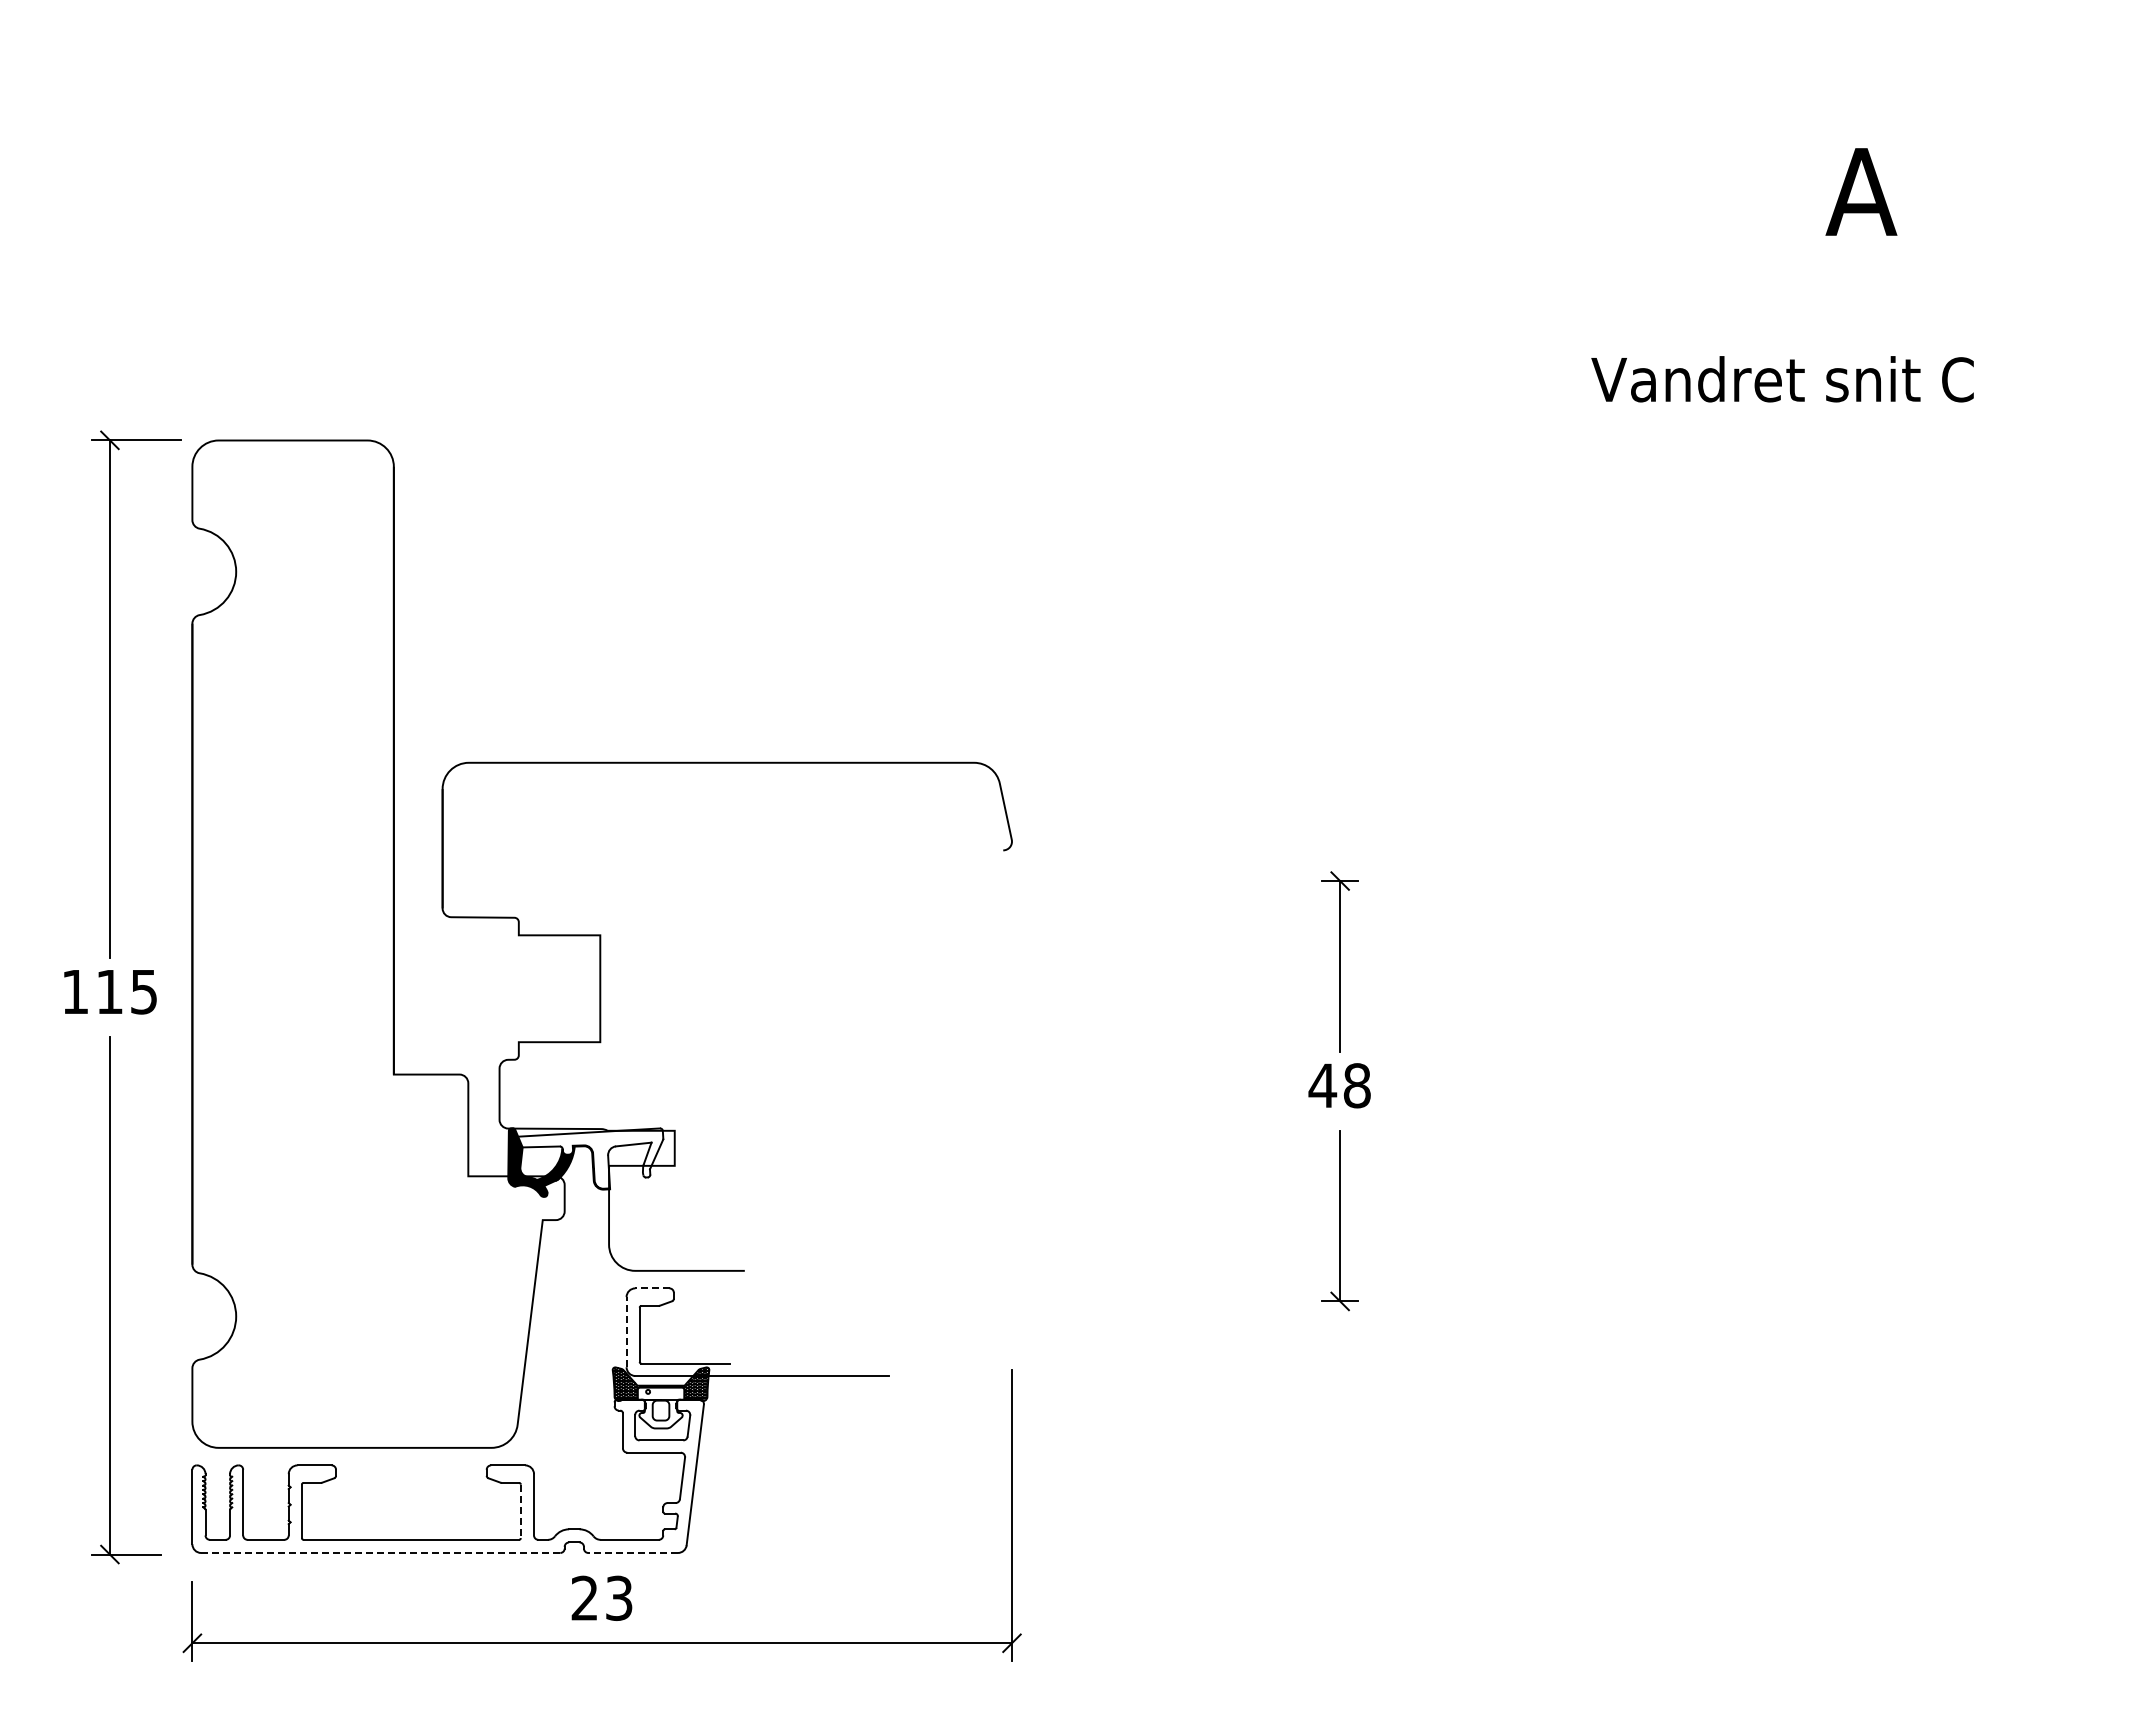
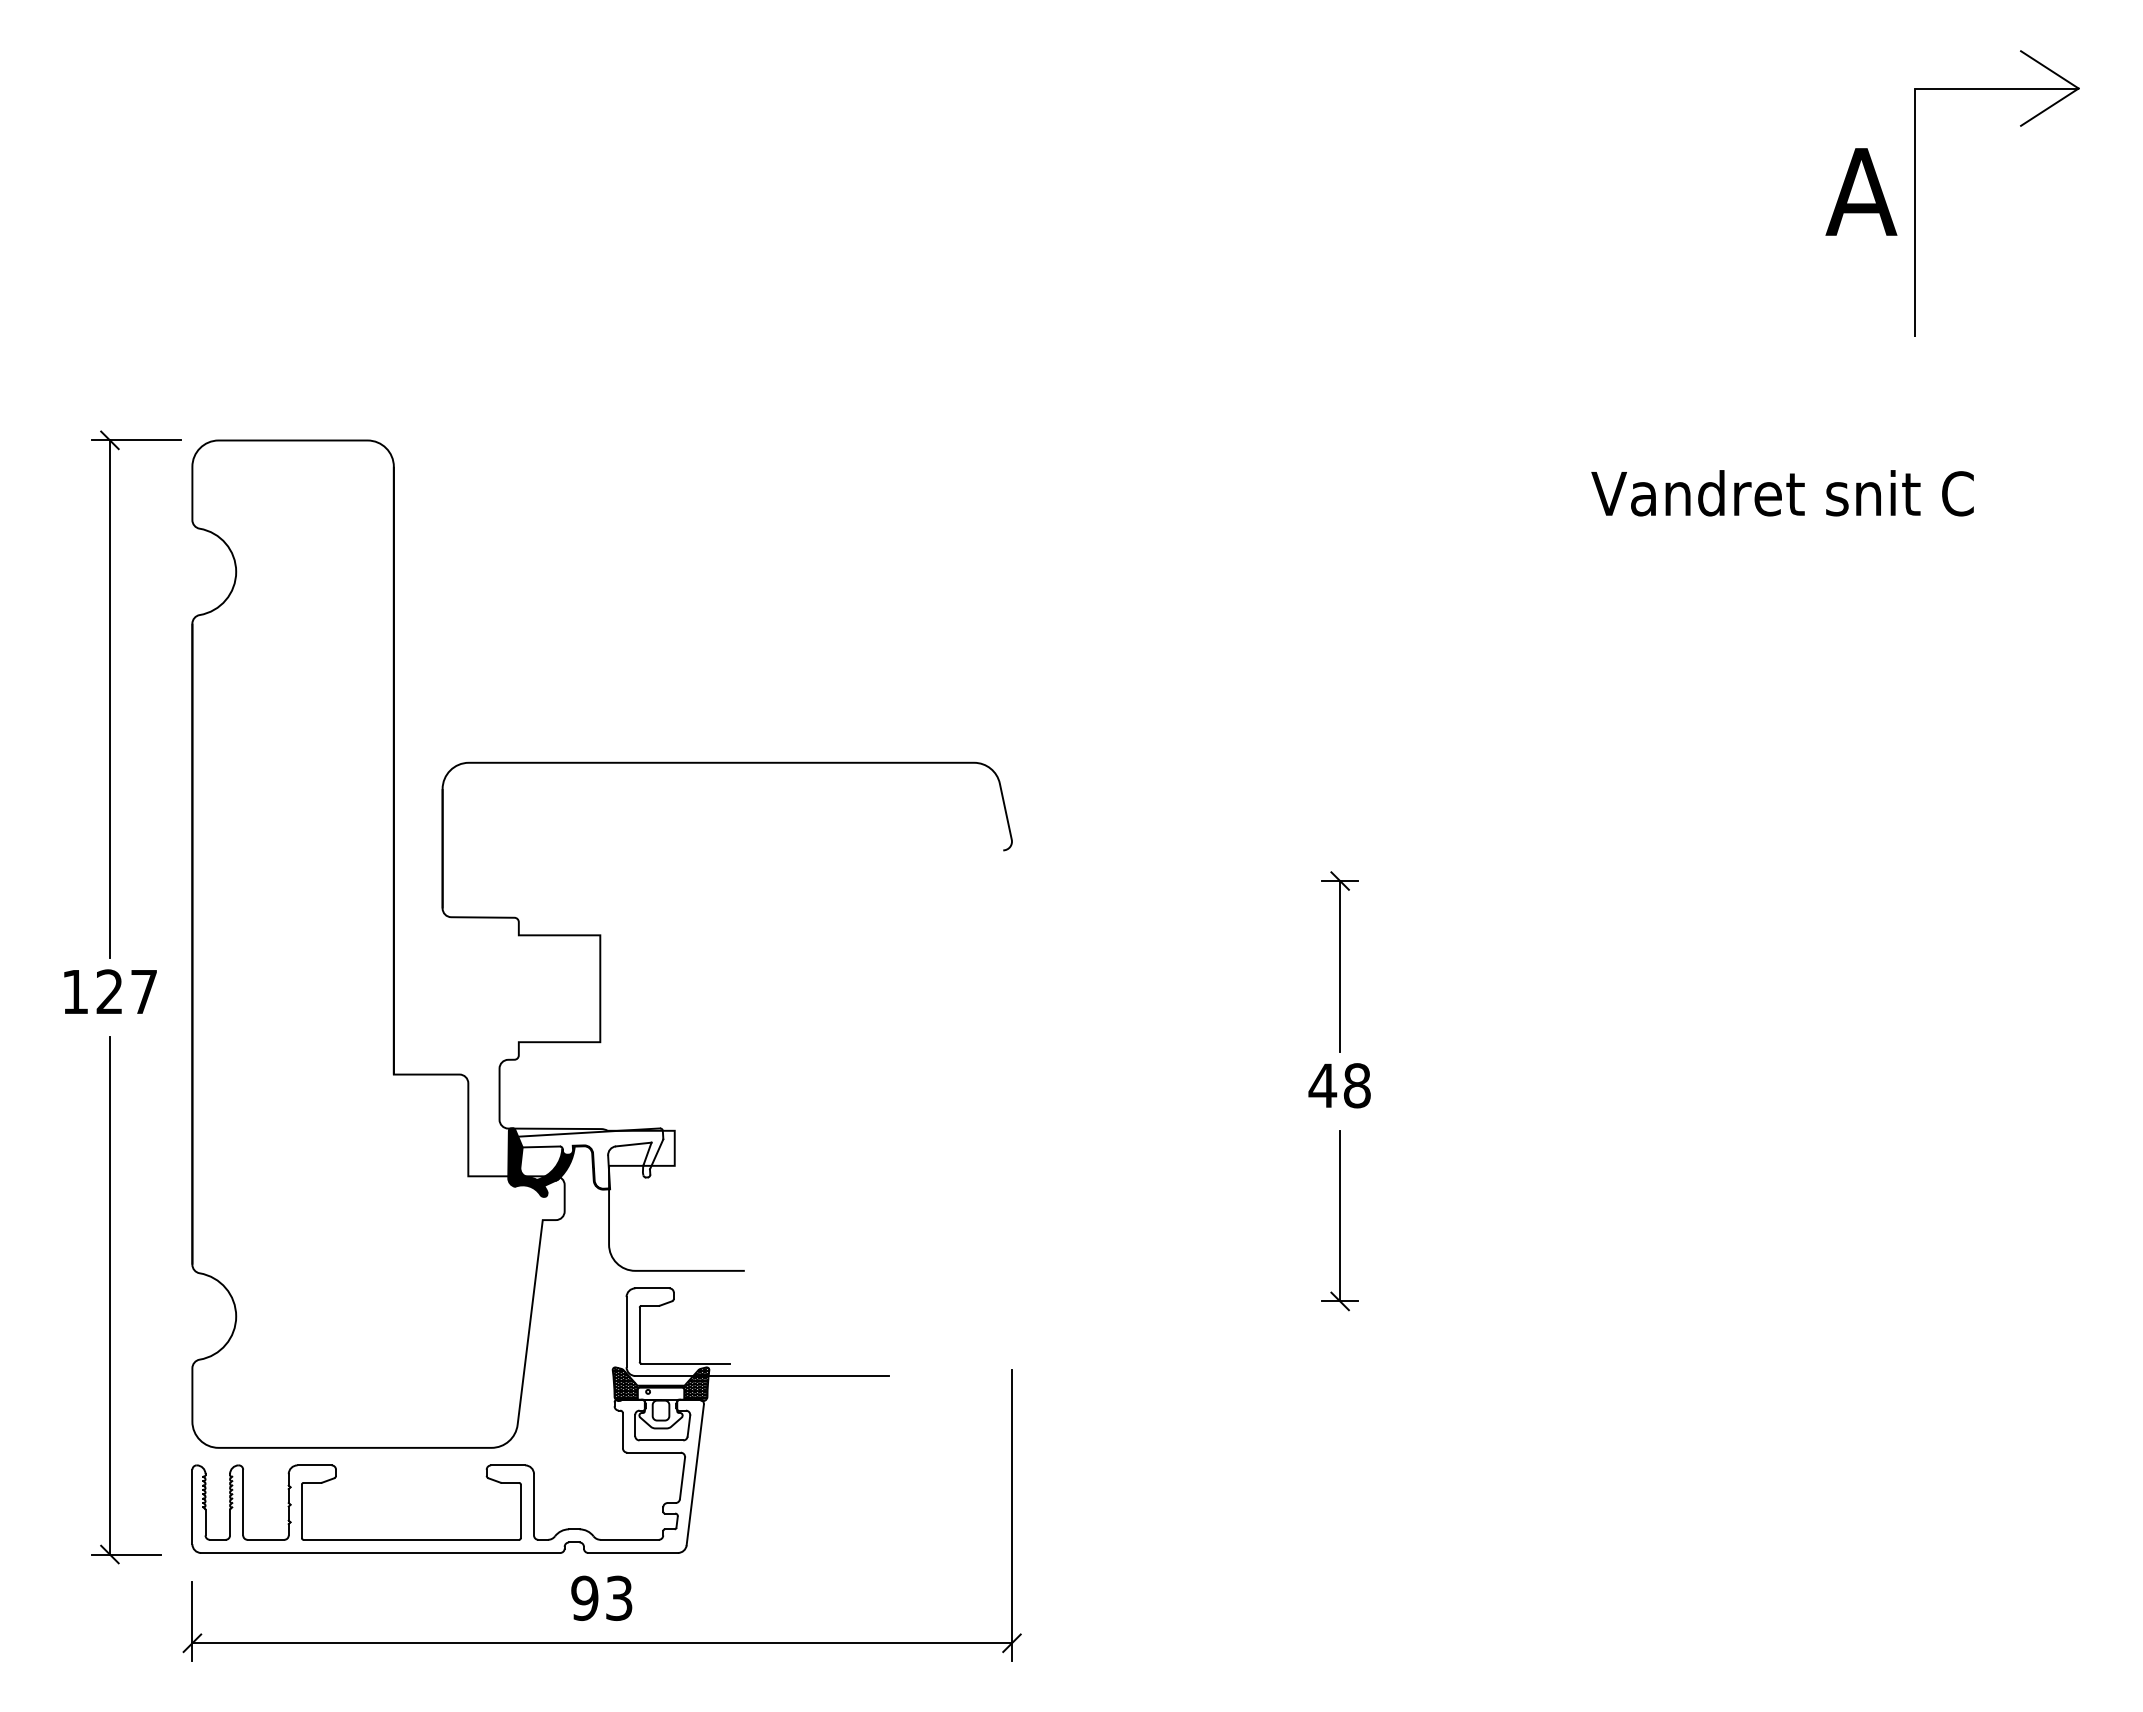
part at (2020, 126): none -> present
text at (1782, 379) position: (1782, 379) -> (1782, 493)
text at (126, 991): 115 -> 127
line at (651, 1288): dashed -> solid
line at (626, 1331): dashed -> solid
line at (520, 1511): dashed -> solid
line at (380, 1552): dashed -> solid
line at (633, 1552): dashed -> solid
text at (584, 1597): 23 -> 93
